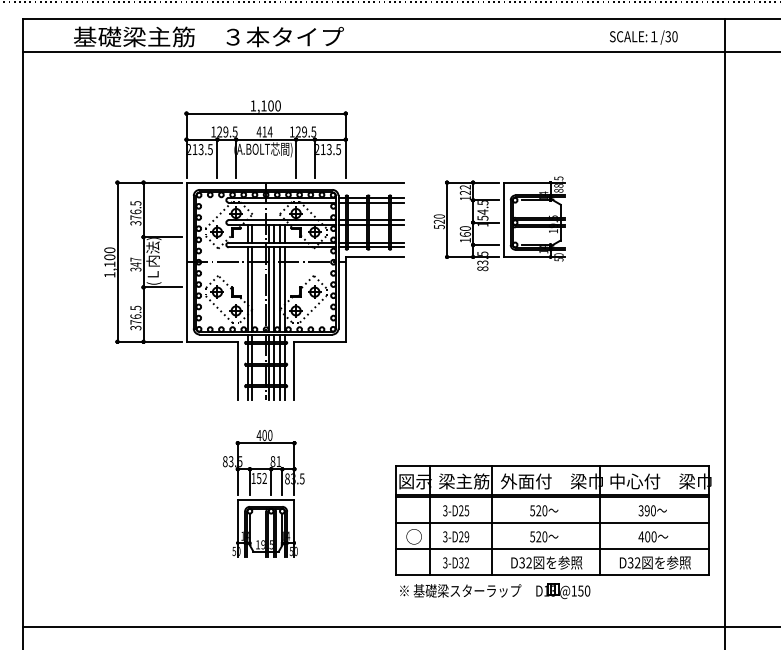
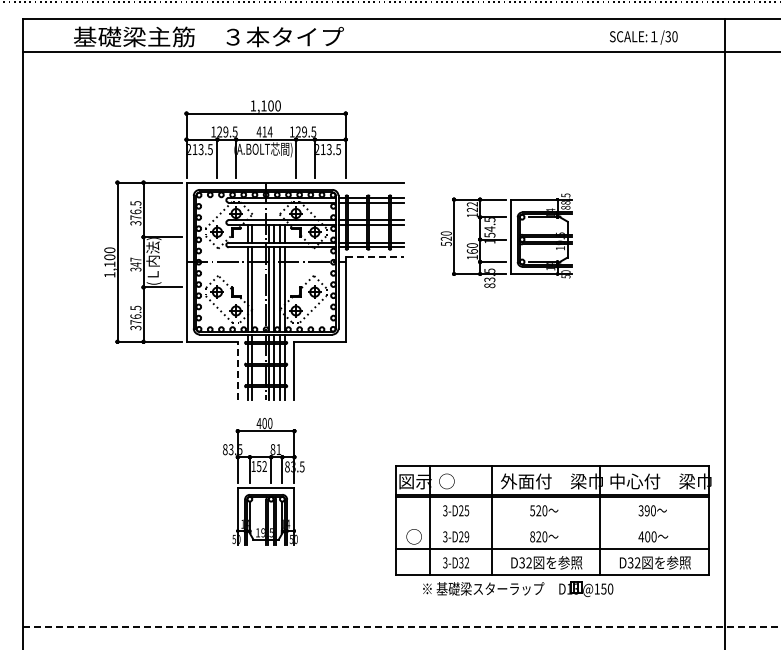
part at (499, 223) position: (499, 223) -> (506, 240)
line at (374, 257): solid -> dashed
line at (237, 370): solid -> dashed
text at (464, 481): 梁主筋 -> ○
part at (263, 493) position: (263, 493) -> (263, 481)
line at (551, 522): present -> none
text at (532, 536): 520 -> 820
part at (495, 591) position: (495, 591) -> (518, 589)
line at (401, 626): solid -> dashed
